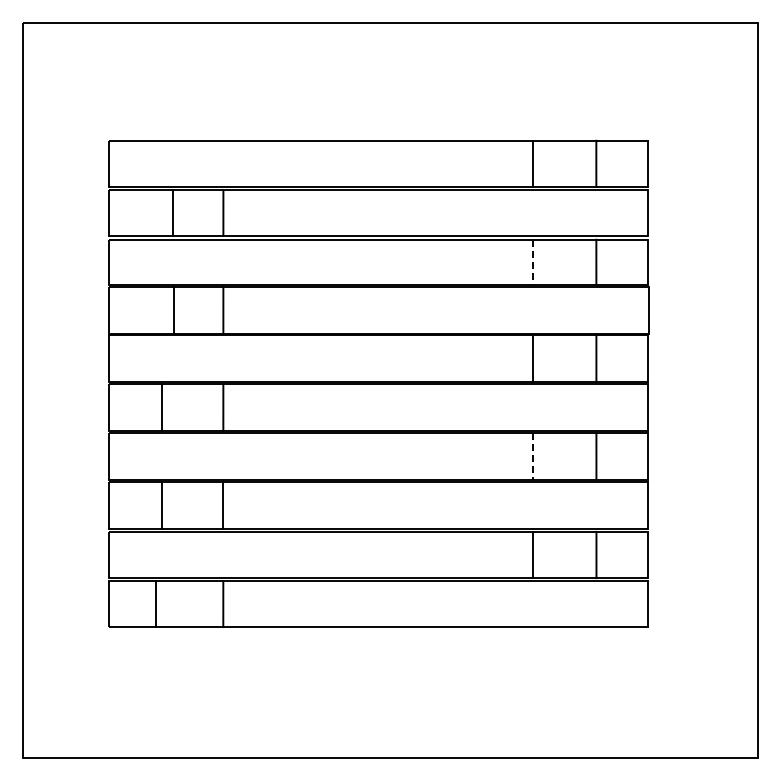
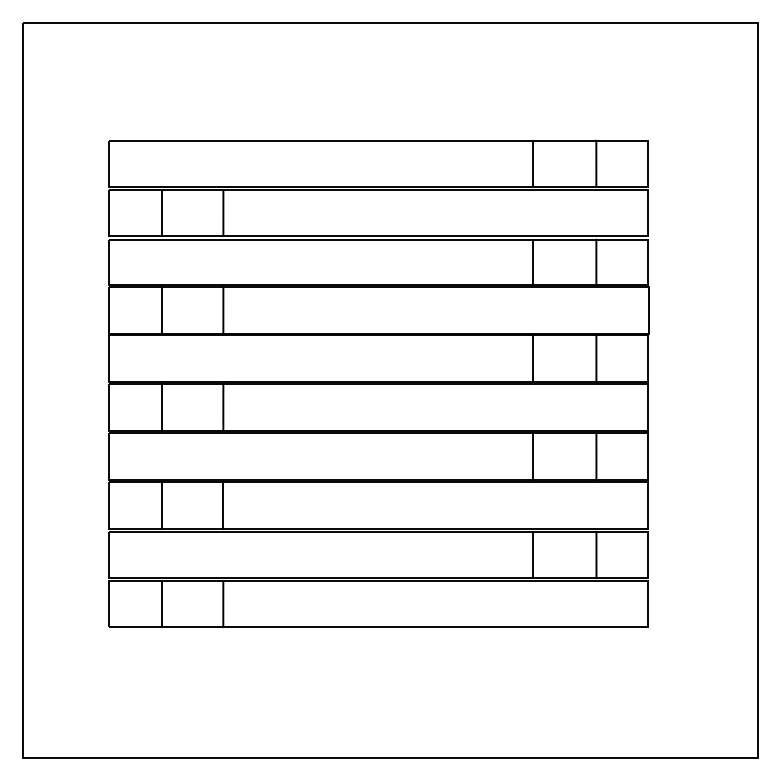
line at (173, 212) position: (173, 212) -> (162, 212)
line at (533, 262): dashed -> solid
line at (174, 310) position: (174, 310) -> (162, 310)
line at (533, 457): dashed -> solid
line at (156, 603) position: (156, 603) -> (162, 603)
